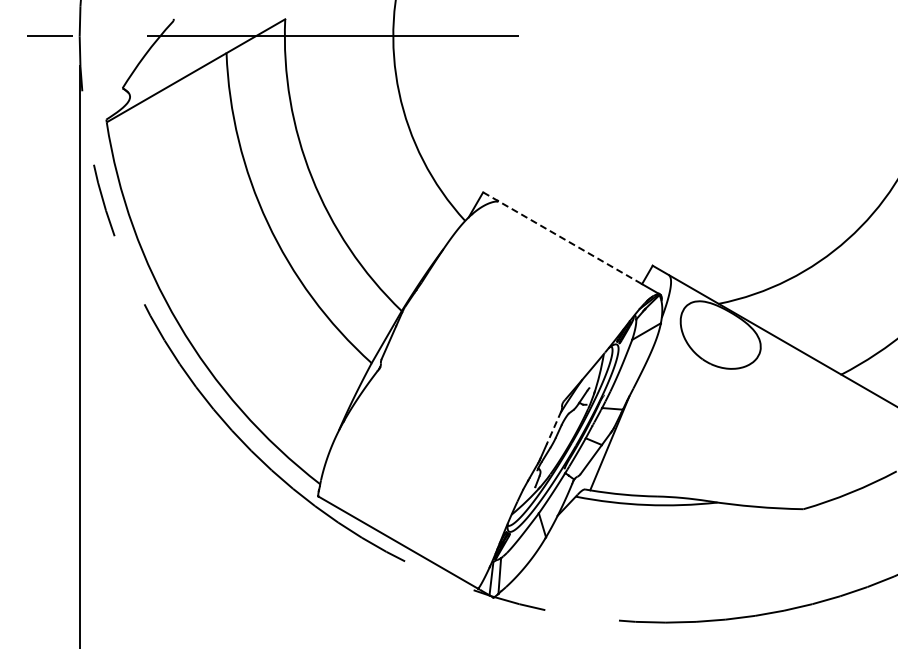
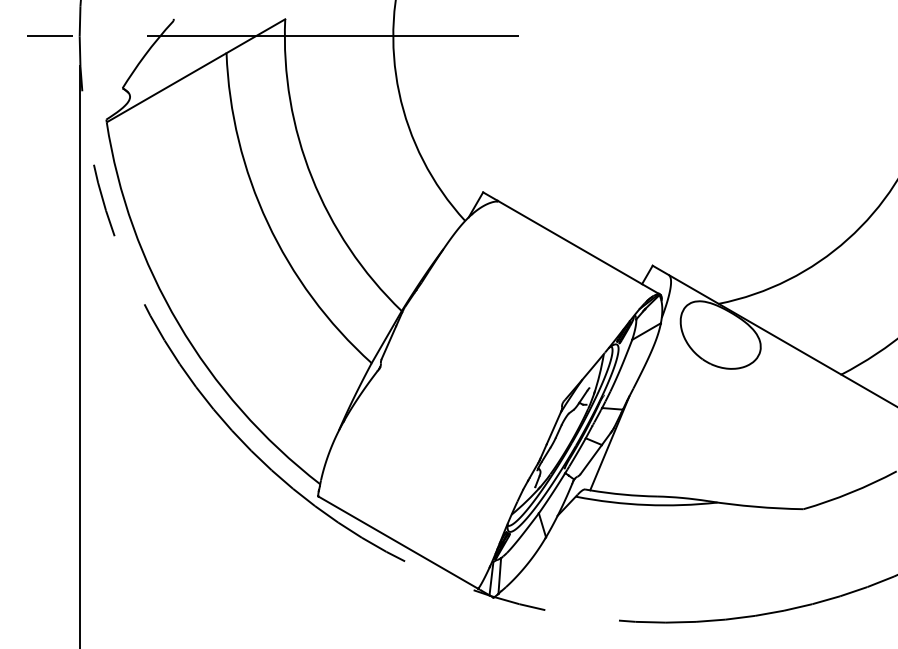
line at (562, 238): dashed -> solid
line at (553, 428): dashed -> solid
